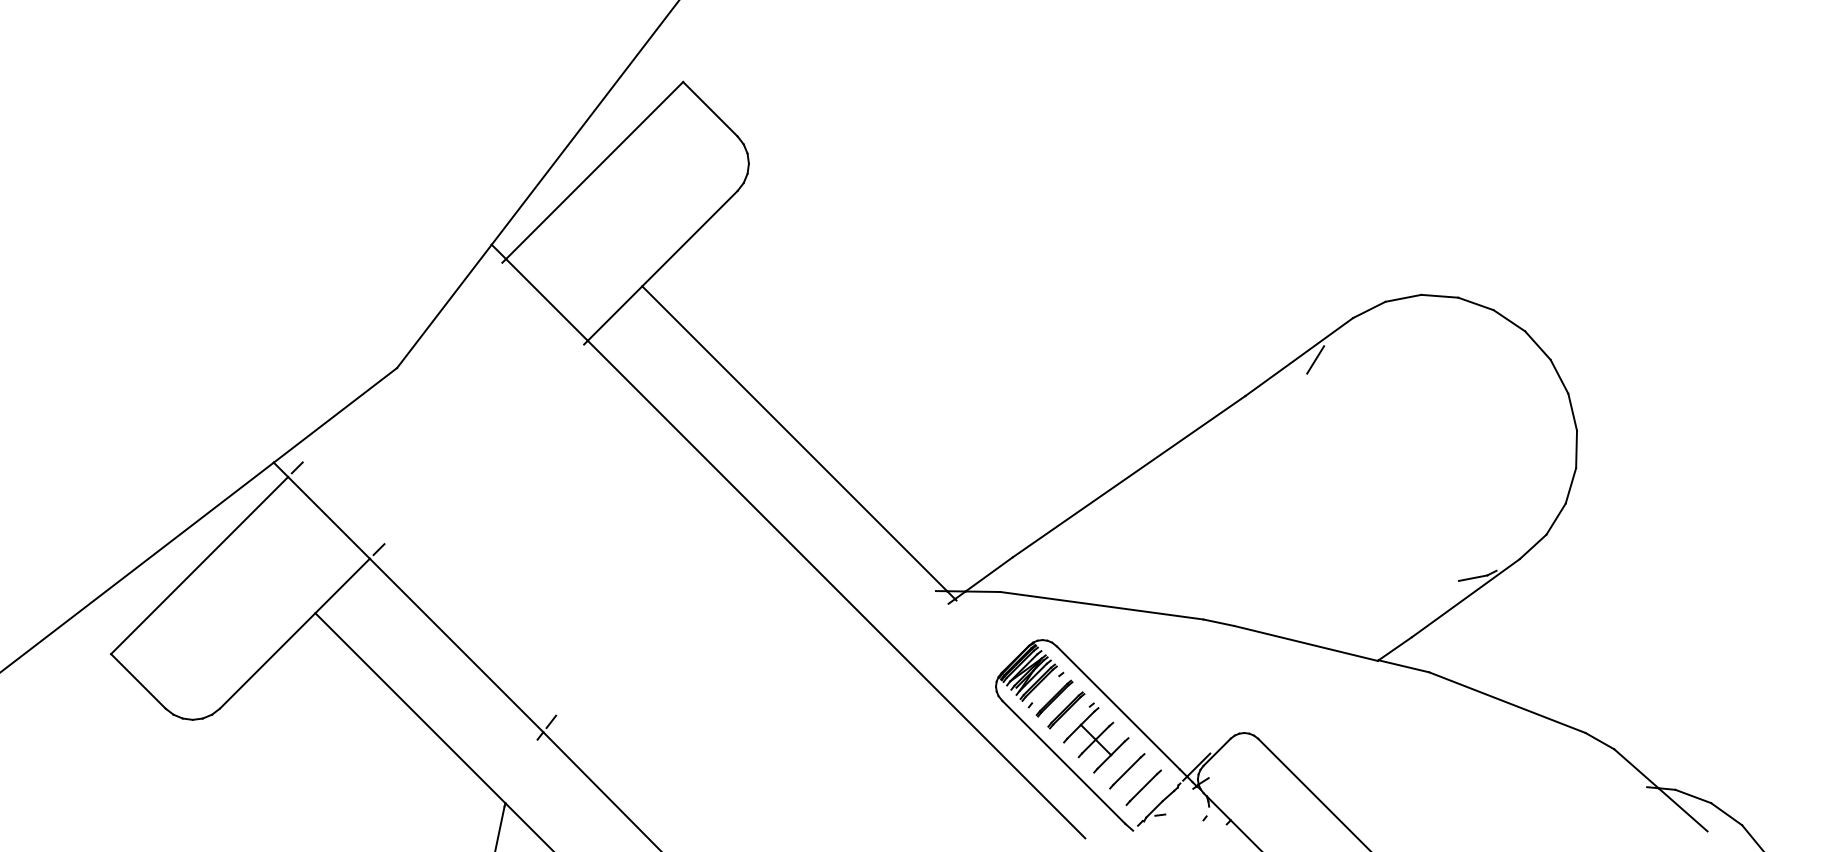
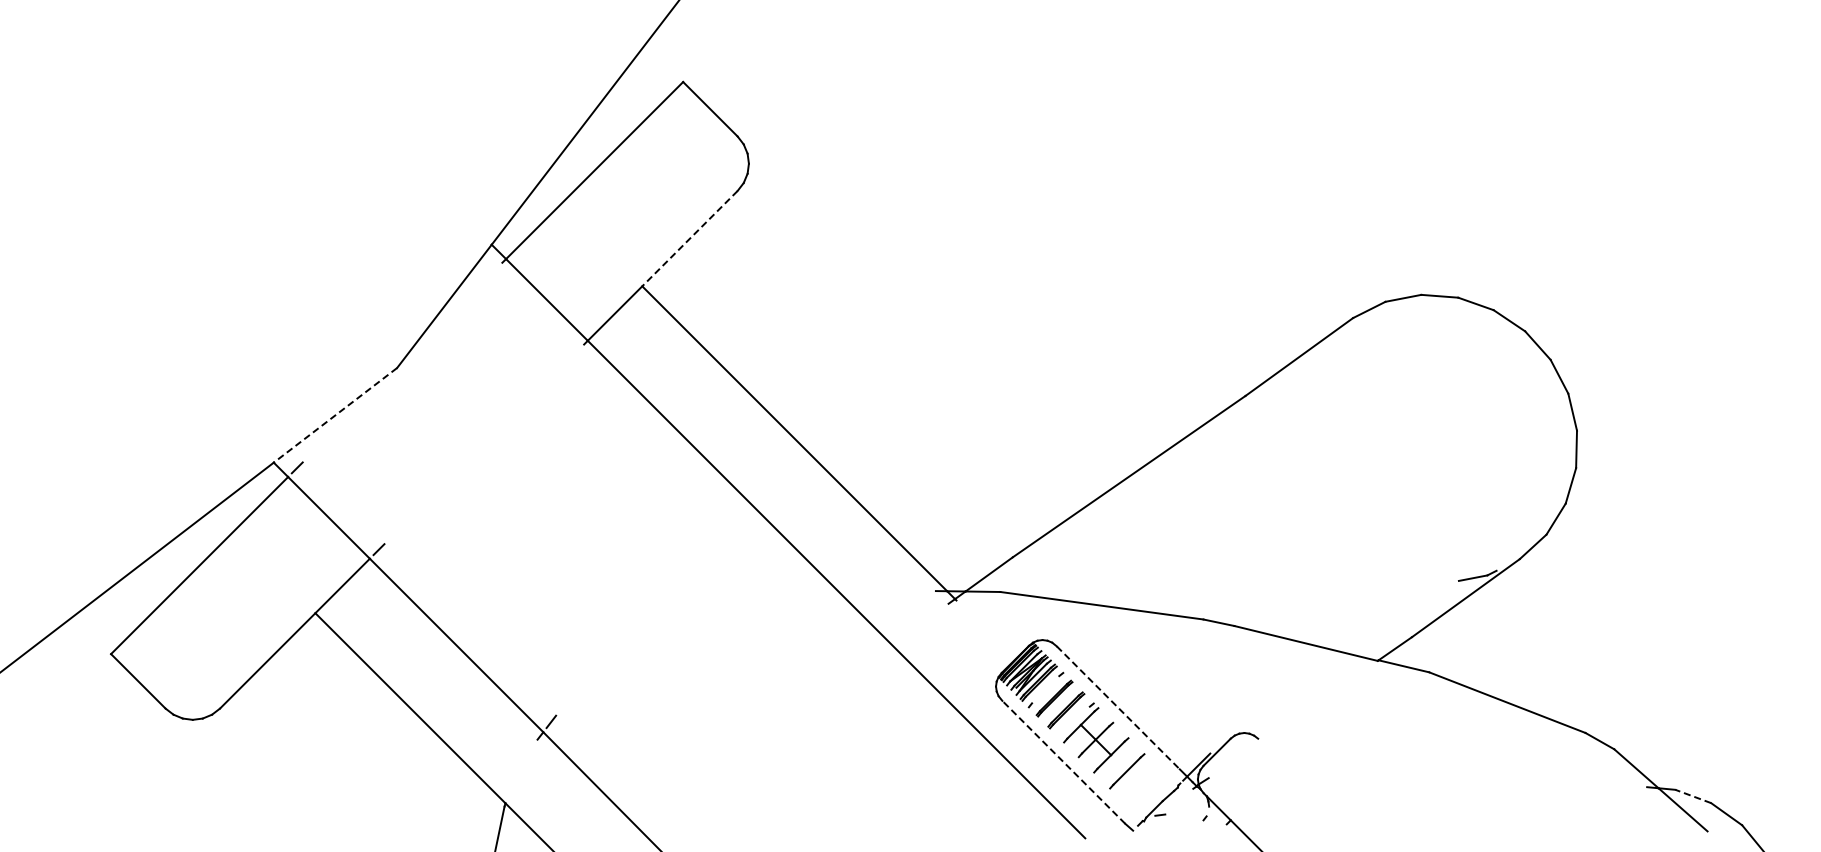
line at (689, 239): solid -> dashed
line at (1315, 359): present -> none
line at (335, 415): solid -> dashed
line at (1118, 707): solid -> dashed
line at (1063, 762): solid -> dashed
line at (1143, 787): present -> none
line at (1312, 793): present -> none
line at (1692, 796): solid -> dashed
